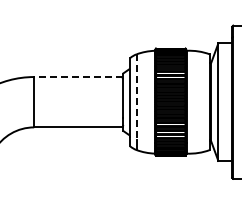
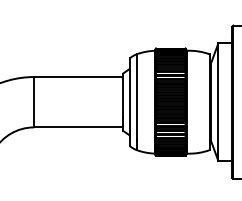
line at (77, 77): dashed -> solid
line at (136, 97): dashed -> solid
